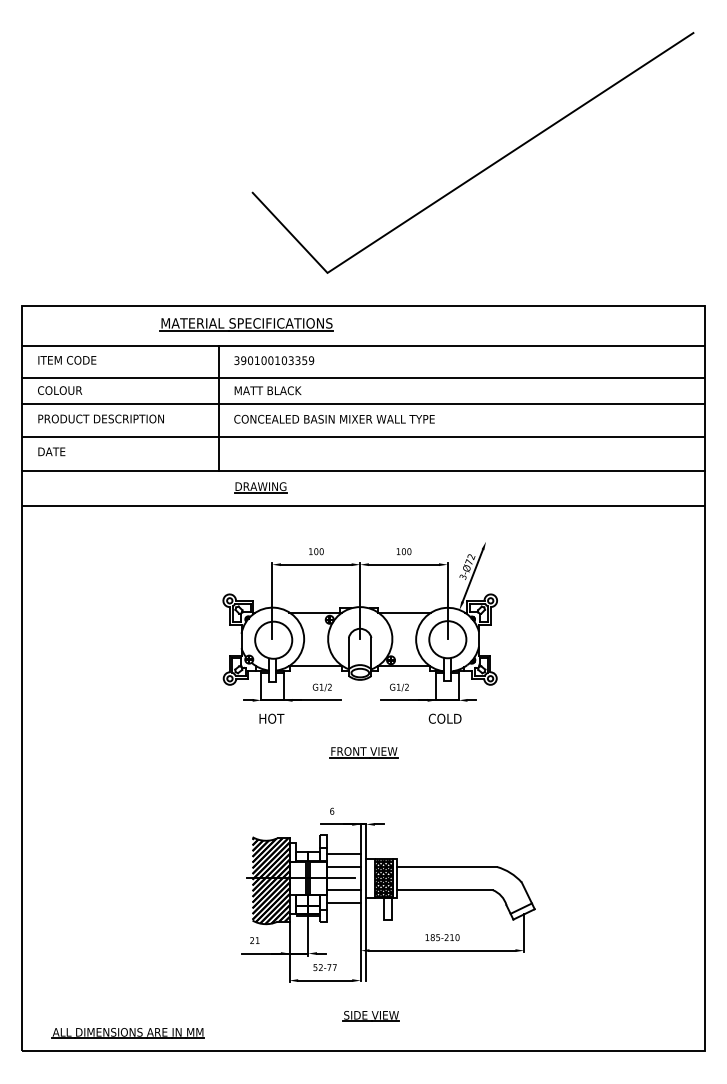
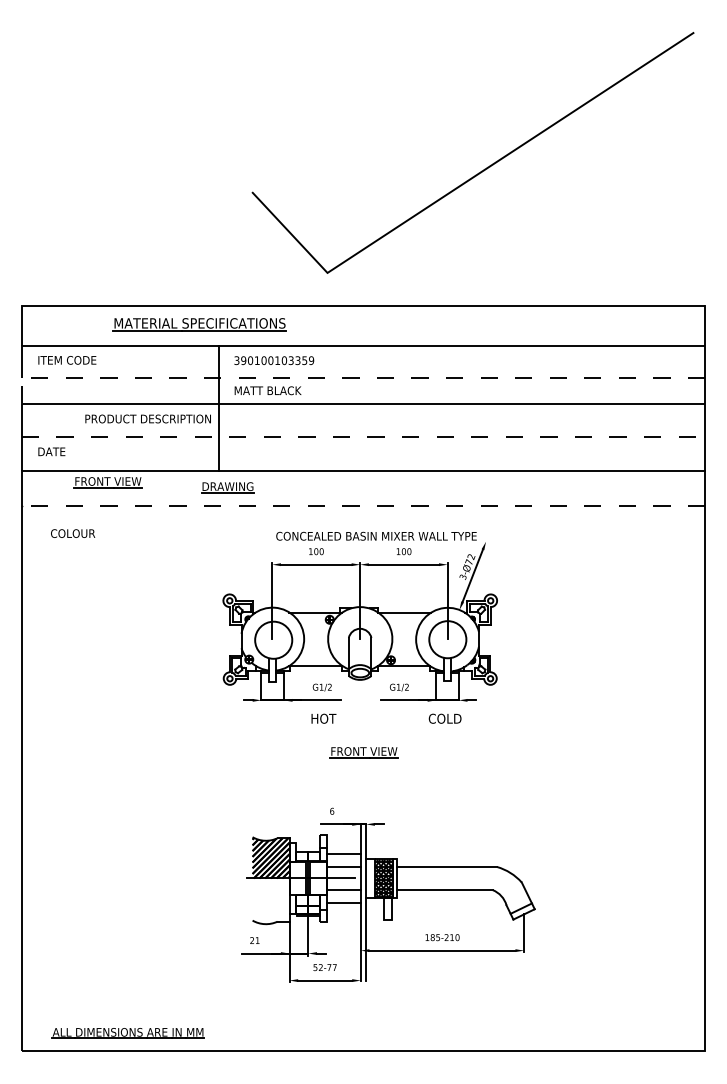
part at (246, 324) position: (246, 324) -> (199, 324)
line at (349, 377): solid -> dashed
text at (60, 390) position: (60, 390) -> (73, 533)
text at (100, 418) position: (100, 418) -> (147, 418)
text at (334, 418) position: (334, 418) -> (376, 535)
line at (363, 437): solid -> dashed
part at (107, 482): none -> present
part at (260, 487) position: (260, 487) -> (227, 487)
line at (362, 505): solid -> dashed
text at (271, 718) position: (271, 718) -> (323, 718)
hatch at (270, 901): present -> none
part at (370, 1016): present -> none
